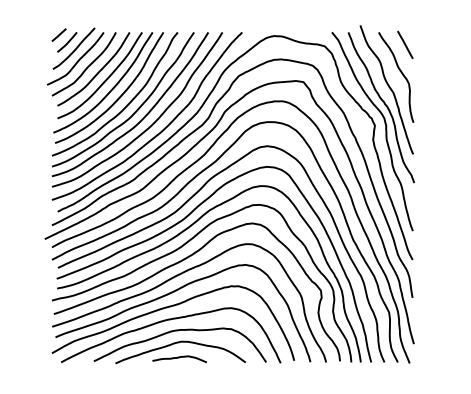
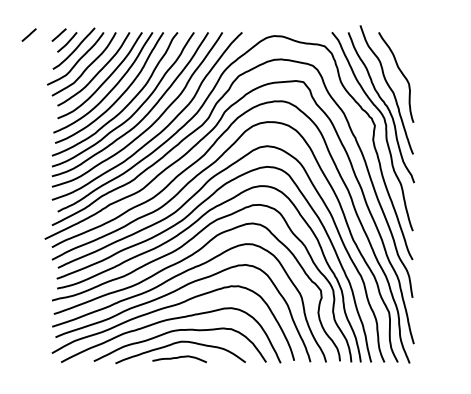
line at (28, 34): none -> present
line at (405, 44): present -> none
